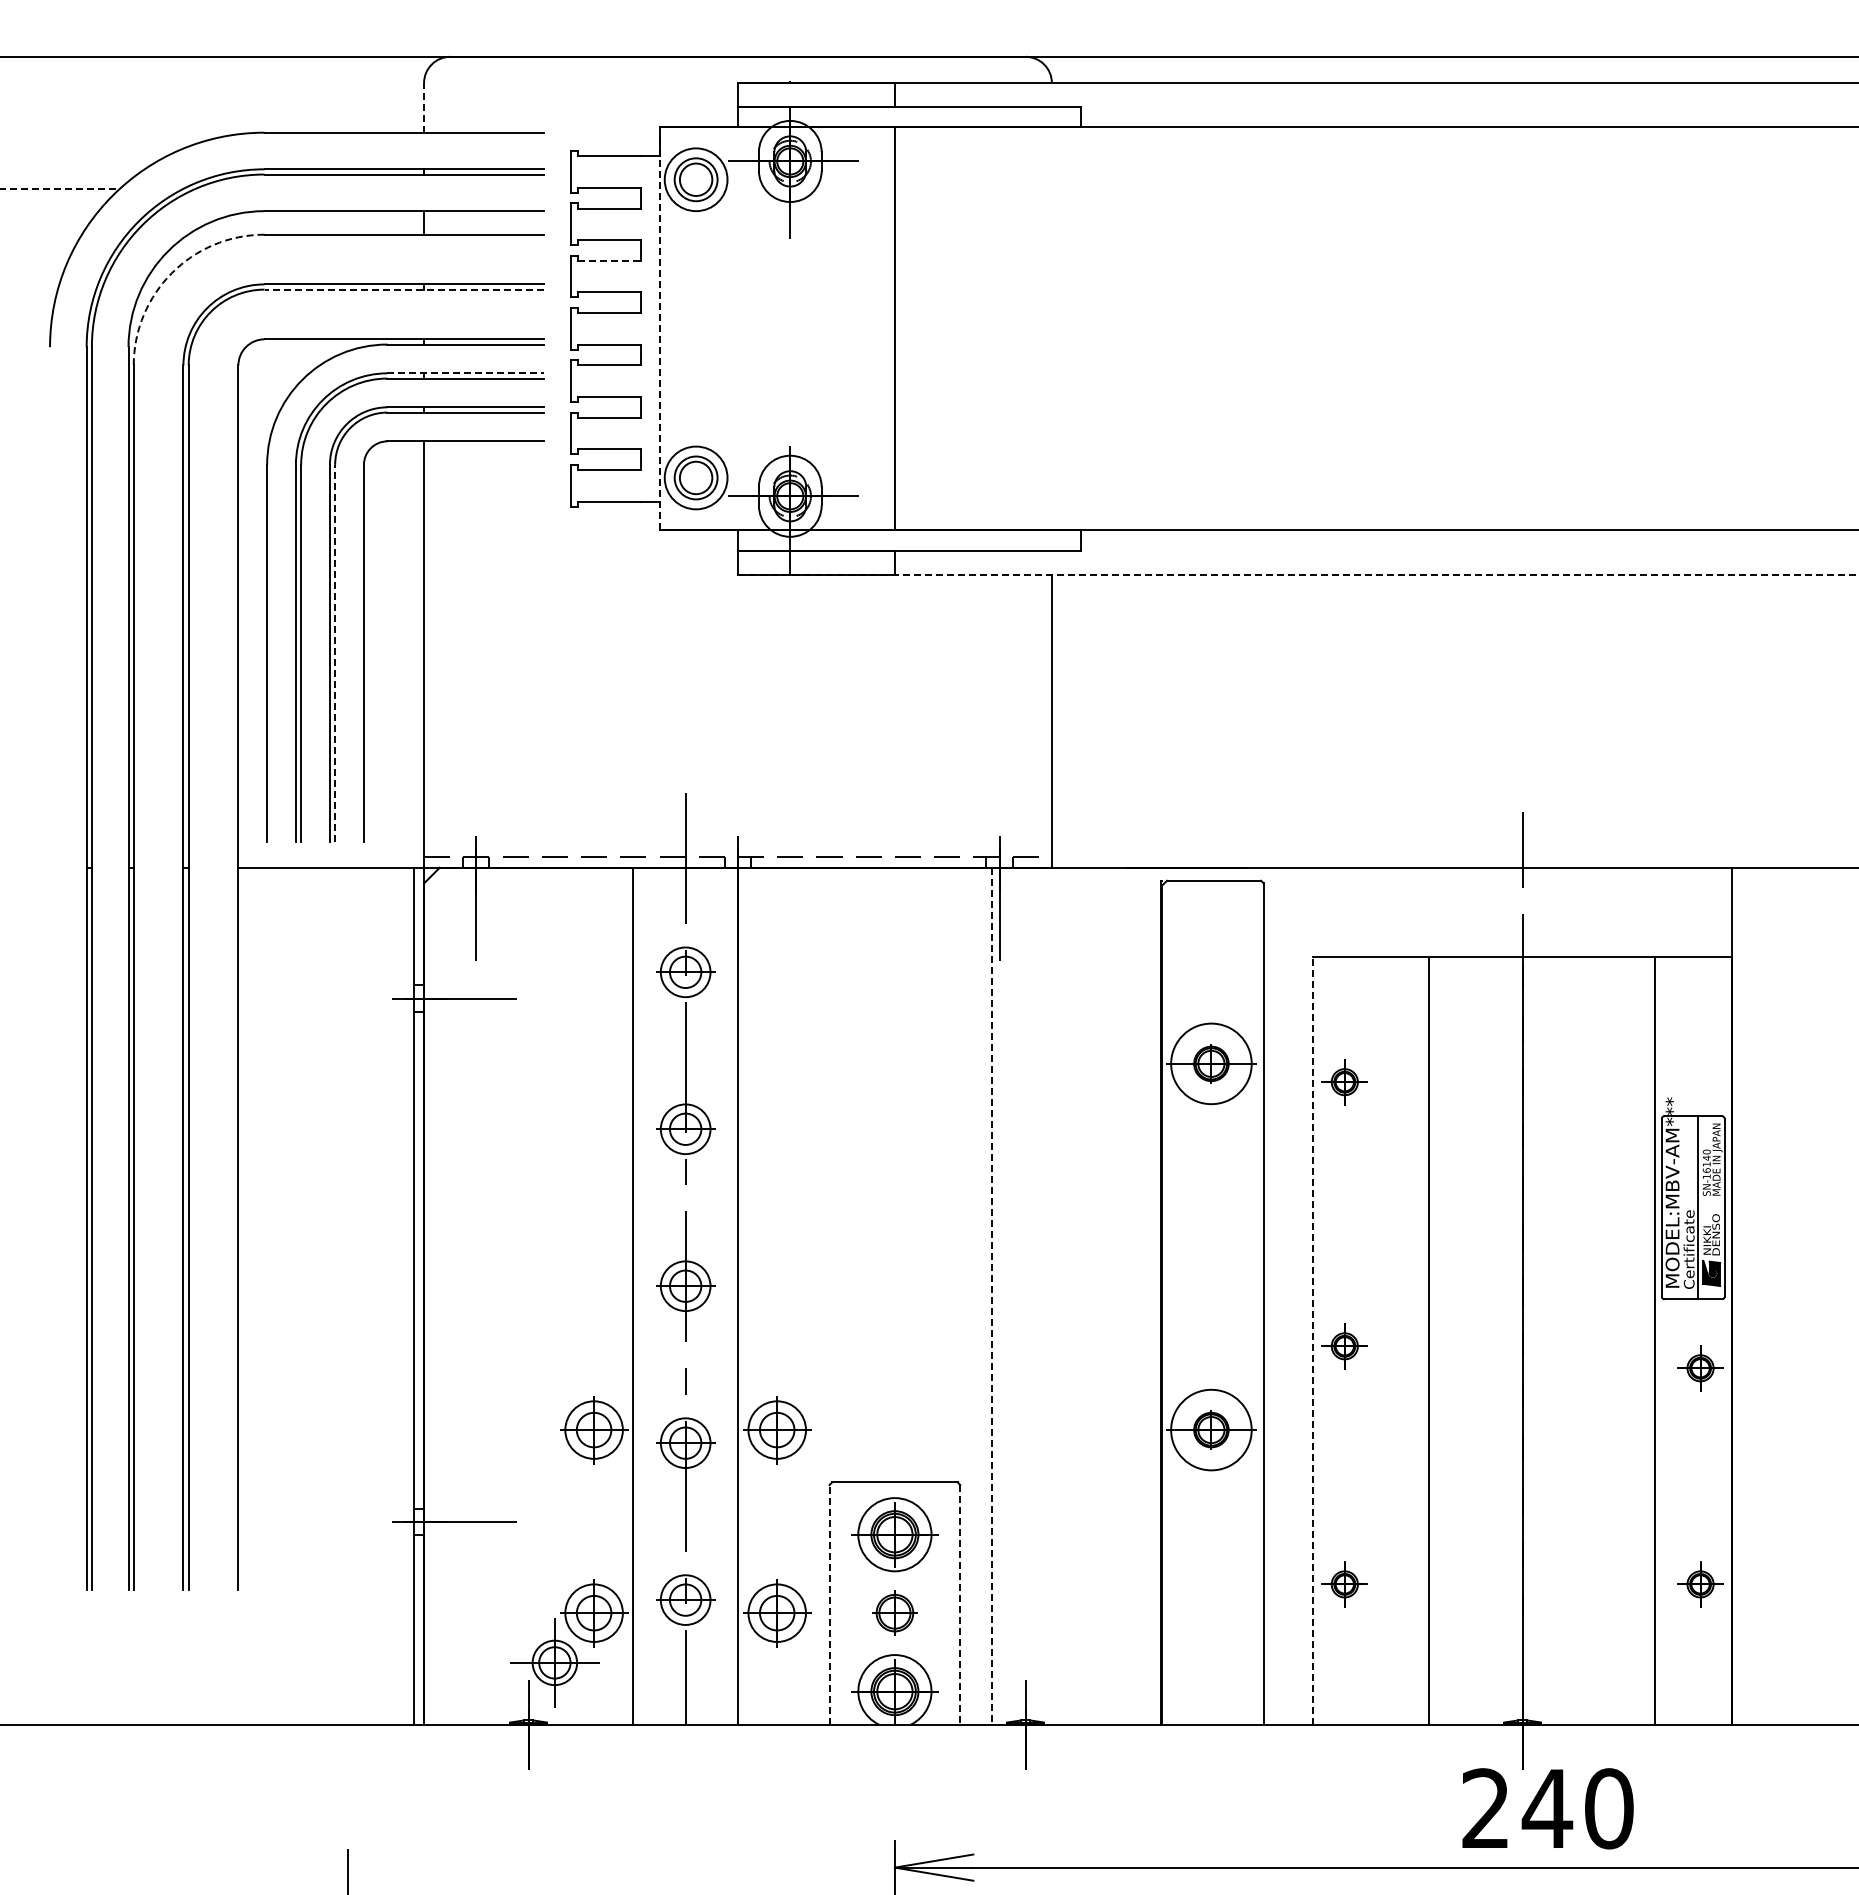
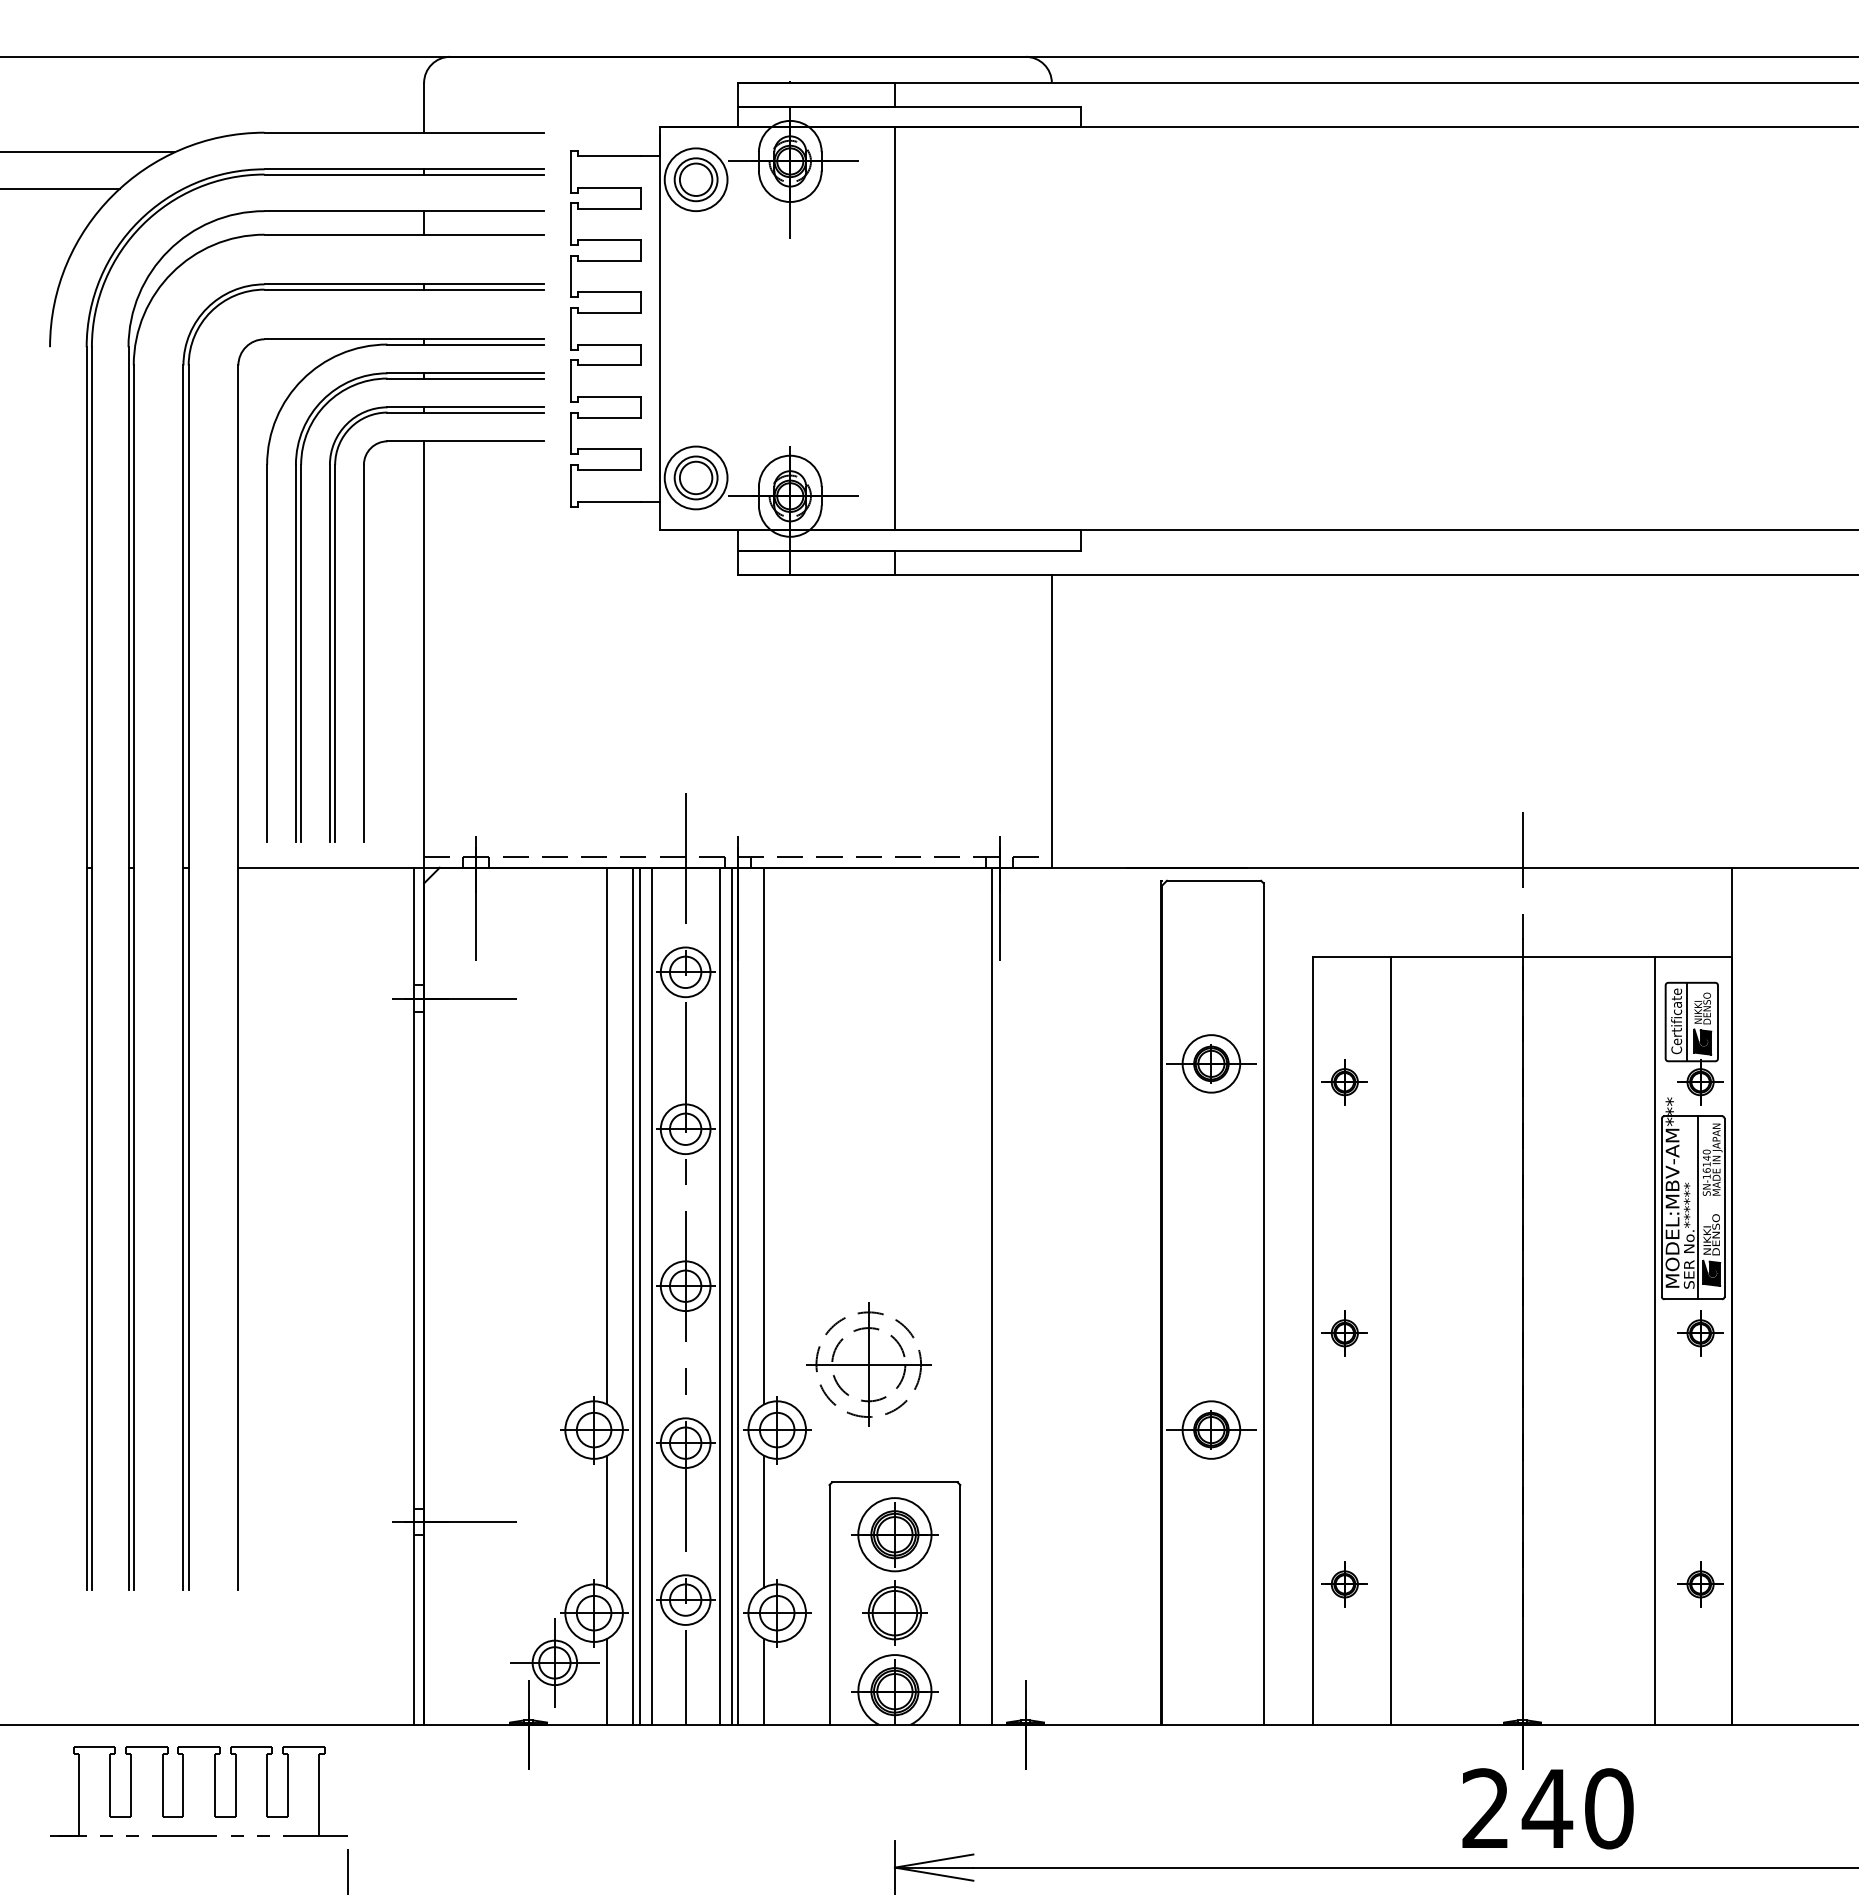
line at (424, 107): dashed -> solid
line at (88, 152): none -> present
line at (60, 188): dashed -> solid
line at (610, 260): dashed -> solid
arc at (172, 273): dashed -> solid
line at (404, 289): dashed -> solid
line at (659, 332): dashed -> solid
line at (465, 373): dashed -> solid
line at (1298, 574): dashed -> solid
line at (335, 652): dashed -> solid
part at (1693, 1043): none -> present
circle at (1211, 1063) diameter: 81 px -> 58 px
line at (607, 1135): none -> present
line at (764, 1135): none -> present
text at (1688, 1235): Certificate -> SER No.******
line at (639, 1295): none -> present
line at (651, 1295): none -> present
line at (719, 1295): none -> present
line at (731, 1295): none -> present
line at (991, 1296): dashed -> solid
line at (1313, 1340): dashed -> solid
line at (1428, 1340) position: (1428, 1340) -> (1390, 1340)
part at (1344, 1346) position: (1344, 1346) -> (1344, 1333)
part at (868, 1364): none -> present
part at (1700, 1368) position: (1700, 1368) -> (1700, 1333)
circle at (1211, 1429) diameter: 81 px -> 58 px
line at (607, 1521): none -> present
line at (764, 1521): none -> present
line at (829, 1604): dashed -> solid
line at (960, 1604): dashed -> solid
part at (894, 1612) size: 46x46 px -> 66x66 px
line at (607, 1681): none -> present
line at (764, 1681): none -> present
part at (183, 1791): none -> present
